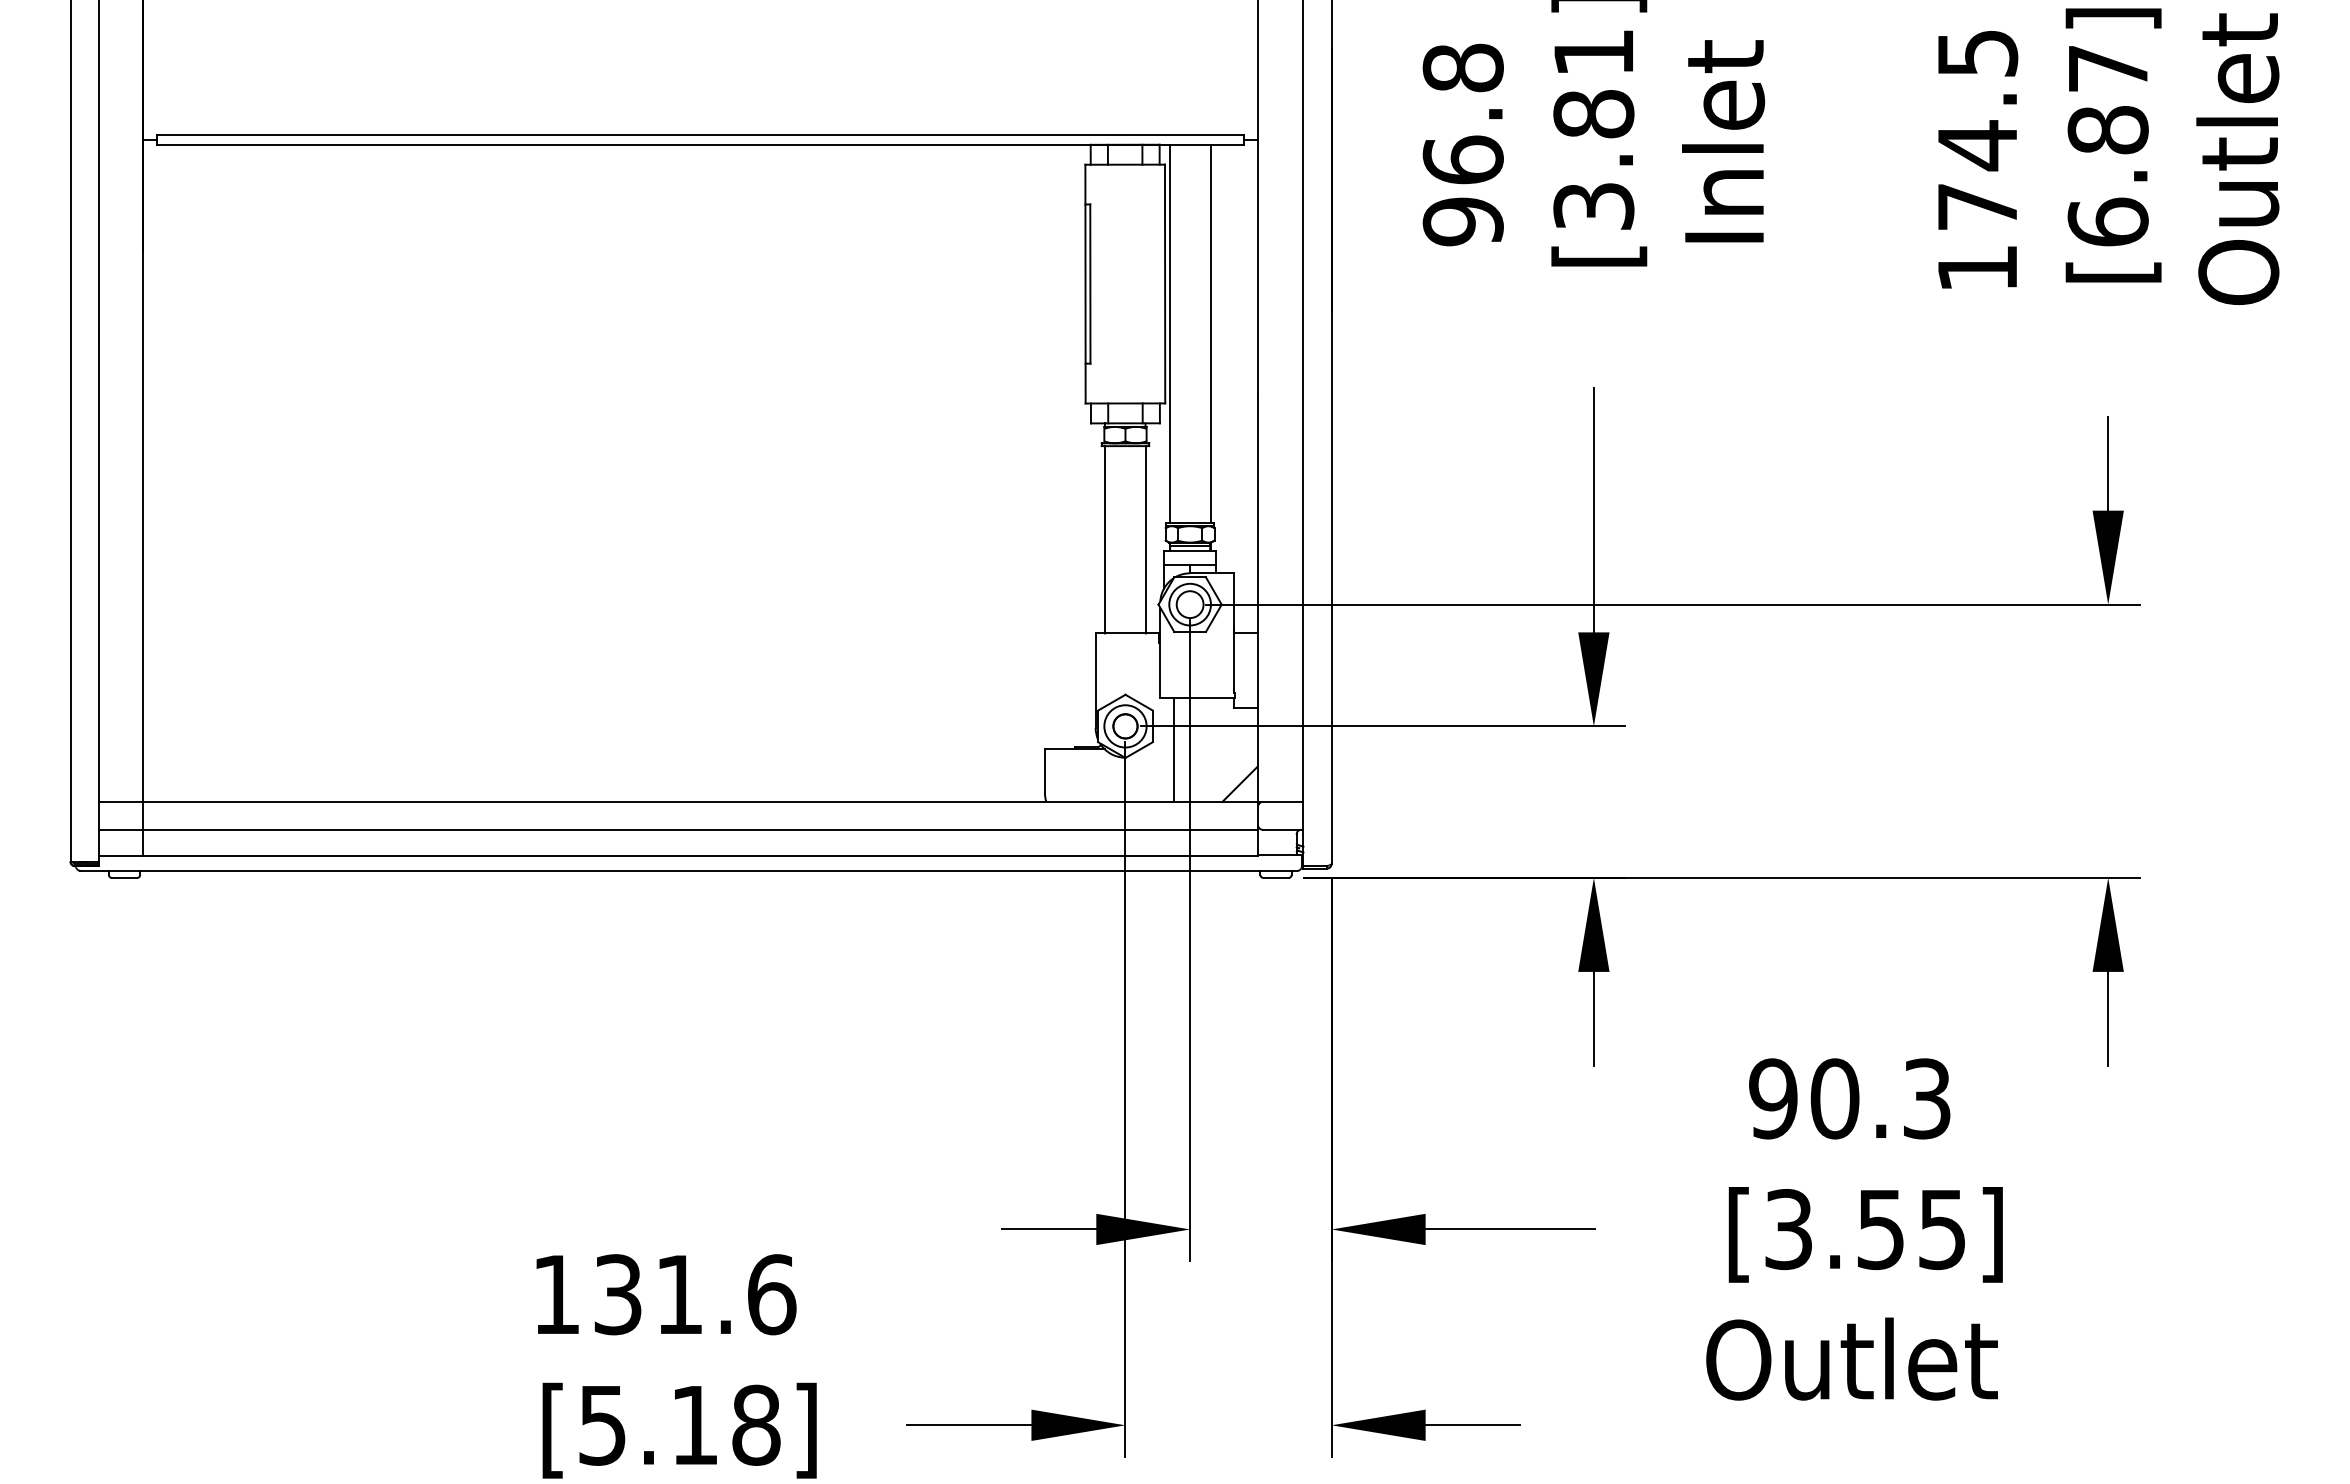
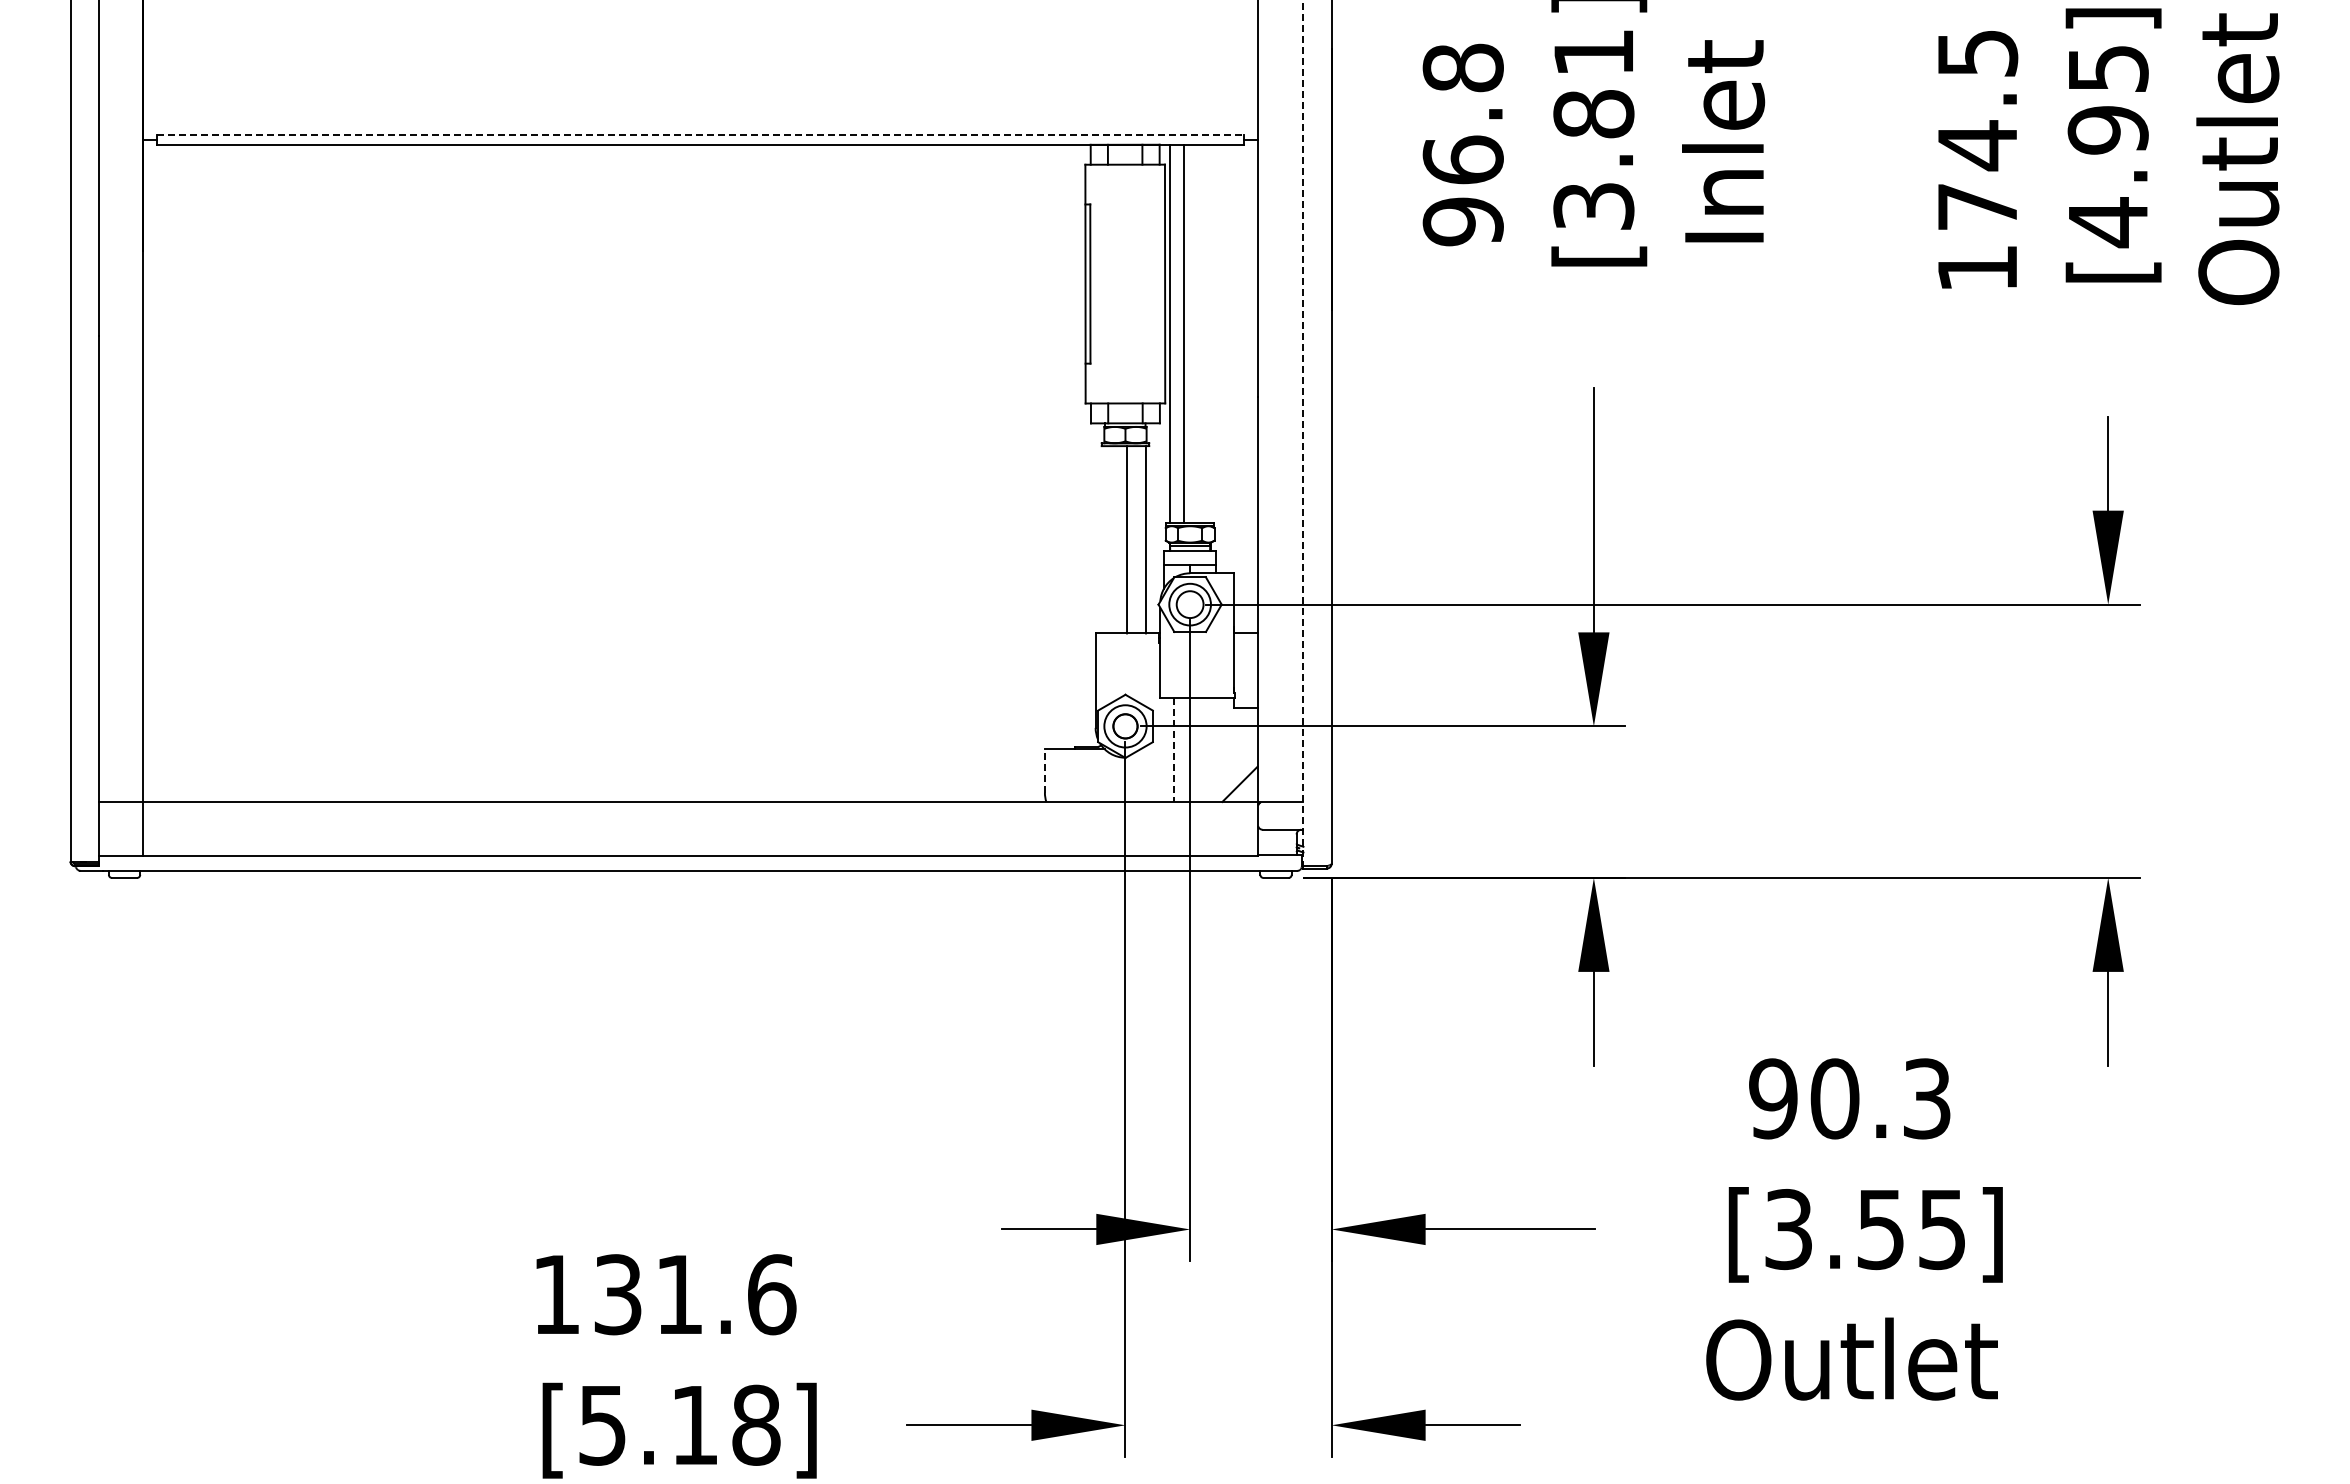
line at (700, 134): solid -> dashed
text at (2107, 147): [6.87] -> [4.95]
line at (1210, 333) position: (1210, 333) -> (1183, 333)
line at (1303, 433): solid -> dashed
line at (1104, 539) position: (1104, 539) -> (1126, 539)
line at (1174, 750): solid -> dashed
line at (1044, 771): solid -> dashed
line at (678, 829): present -> none
